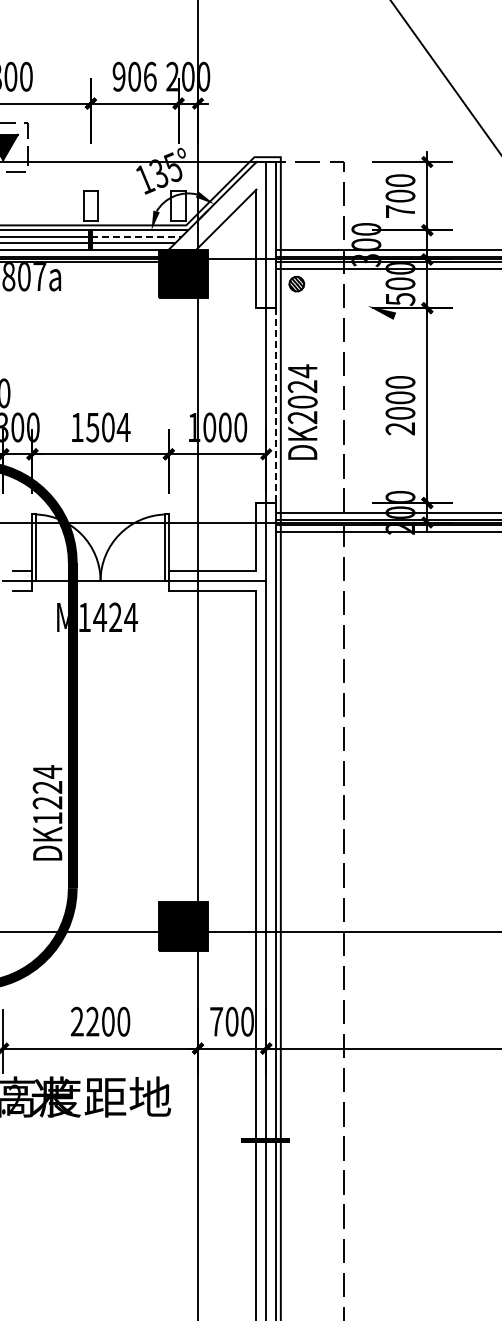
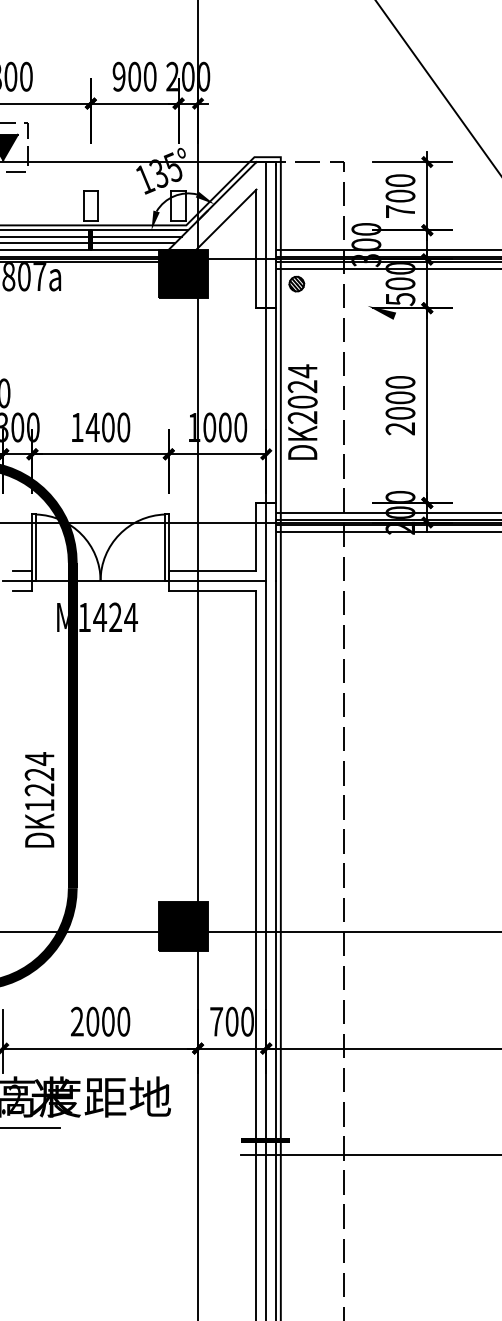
text at (149, 76): 906 -> 900
line at (445, 76) position: (445, 76) -> (437, 87)
line at (136, 236): dashed -> solid
line at (275, 406): dashed -> solid
text at (107, 427): 1504 -> 1400
text at (47, 812) position: (47, 812) -> (39, 799)
text at (92, 1021): 2200 -> 2000
line at (30, 1127): none -> present
line at (369, 1154): none -> present
